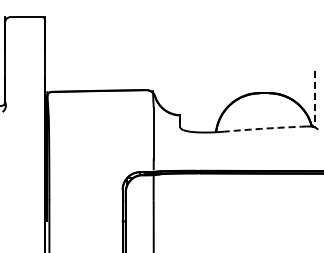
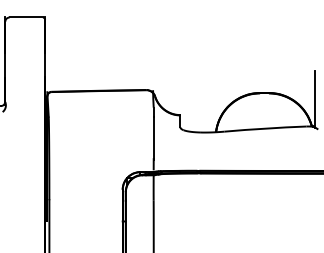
line at (315, 99): dashed -> solid
arc at (265, 128): dashed -> solid
